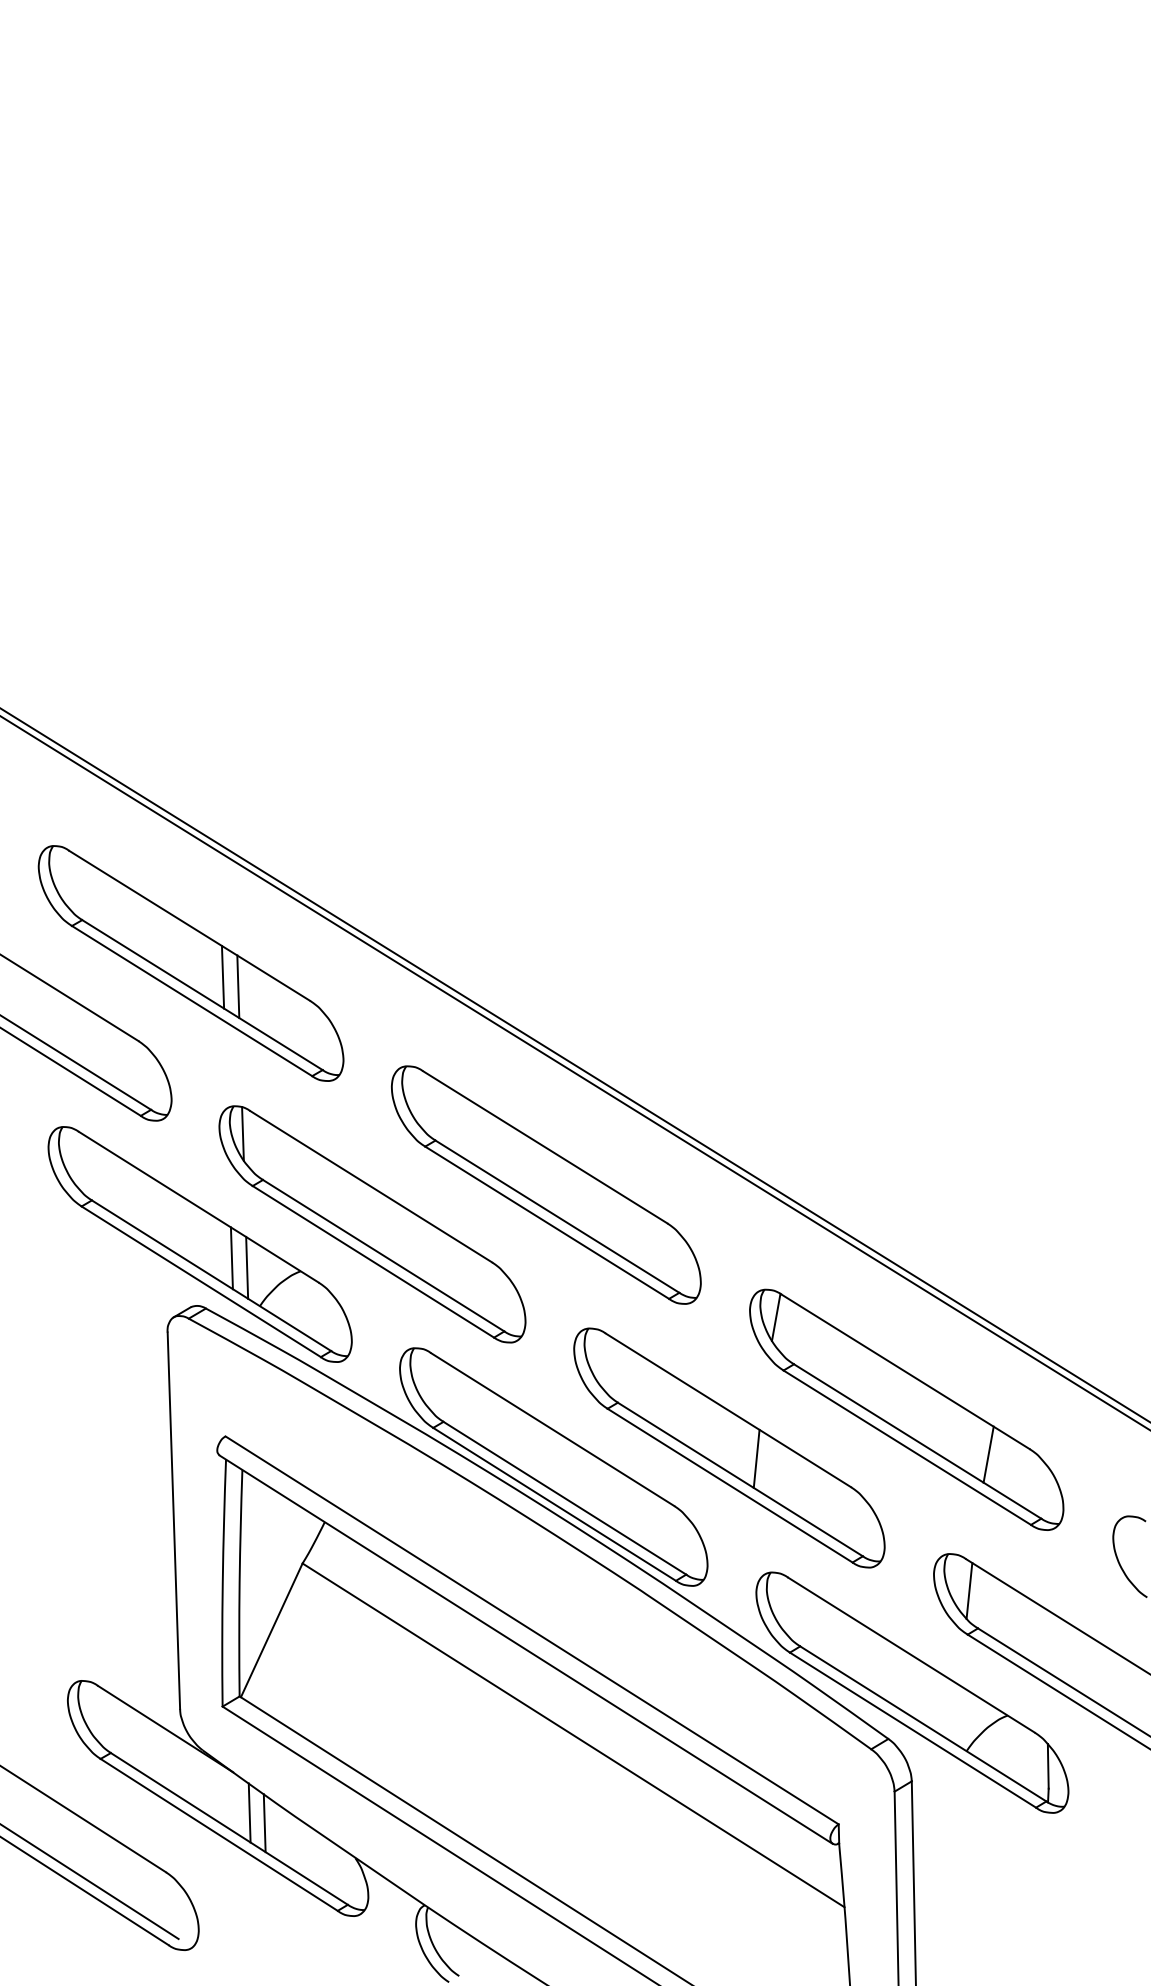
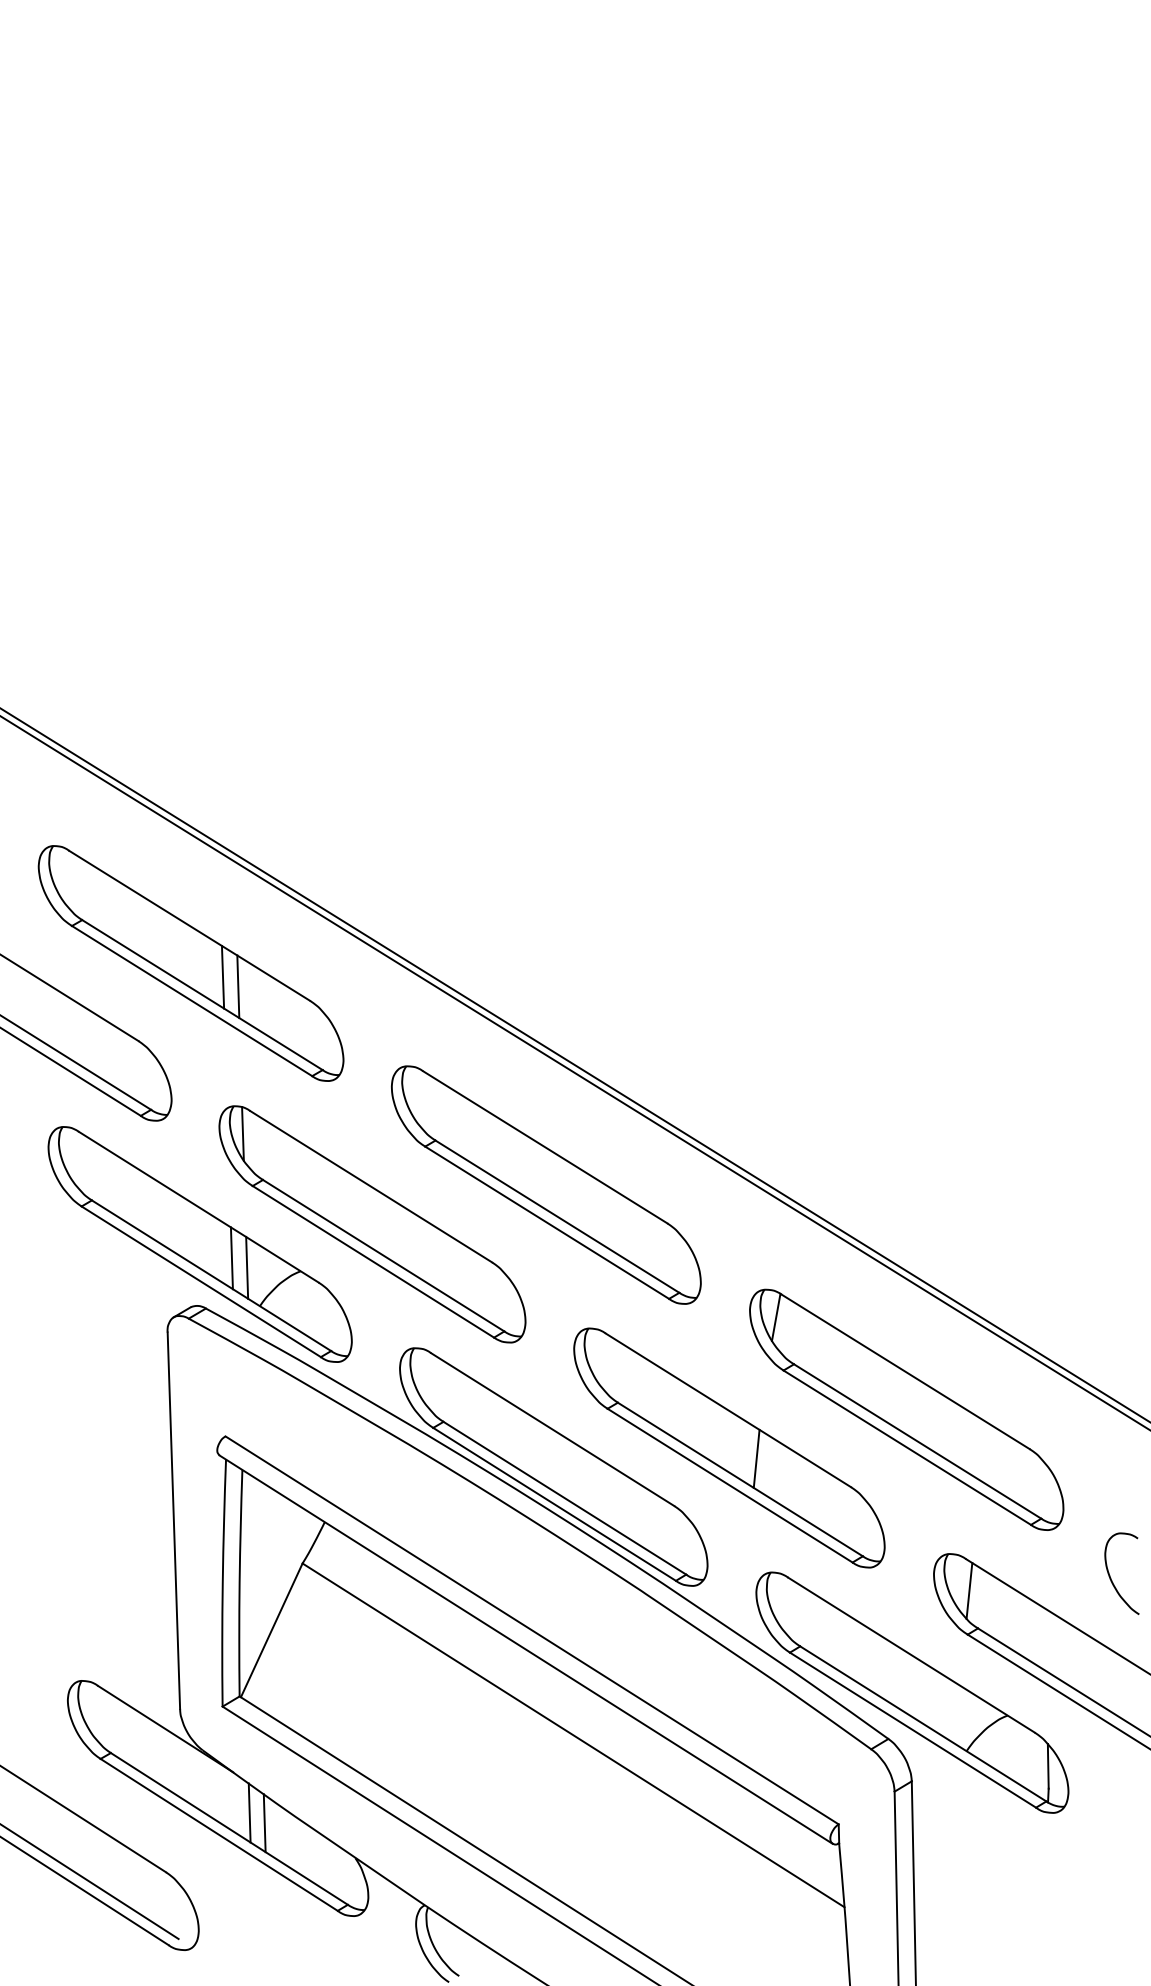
line at (988, 1454): present -> none
curve at (1118, 1558) position: (1118, 1558) -> (1110, 1575)
